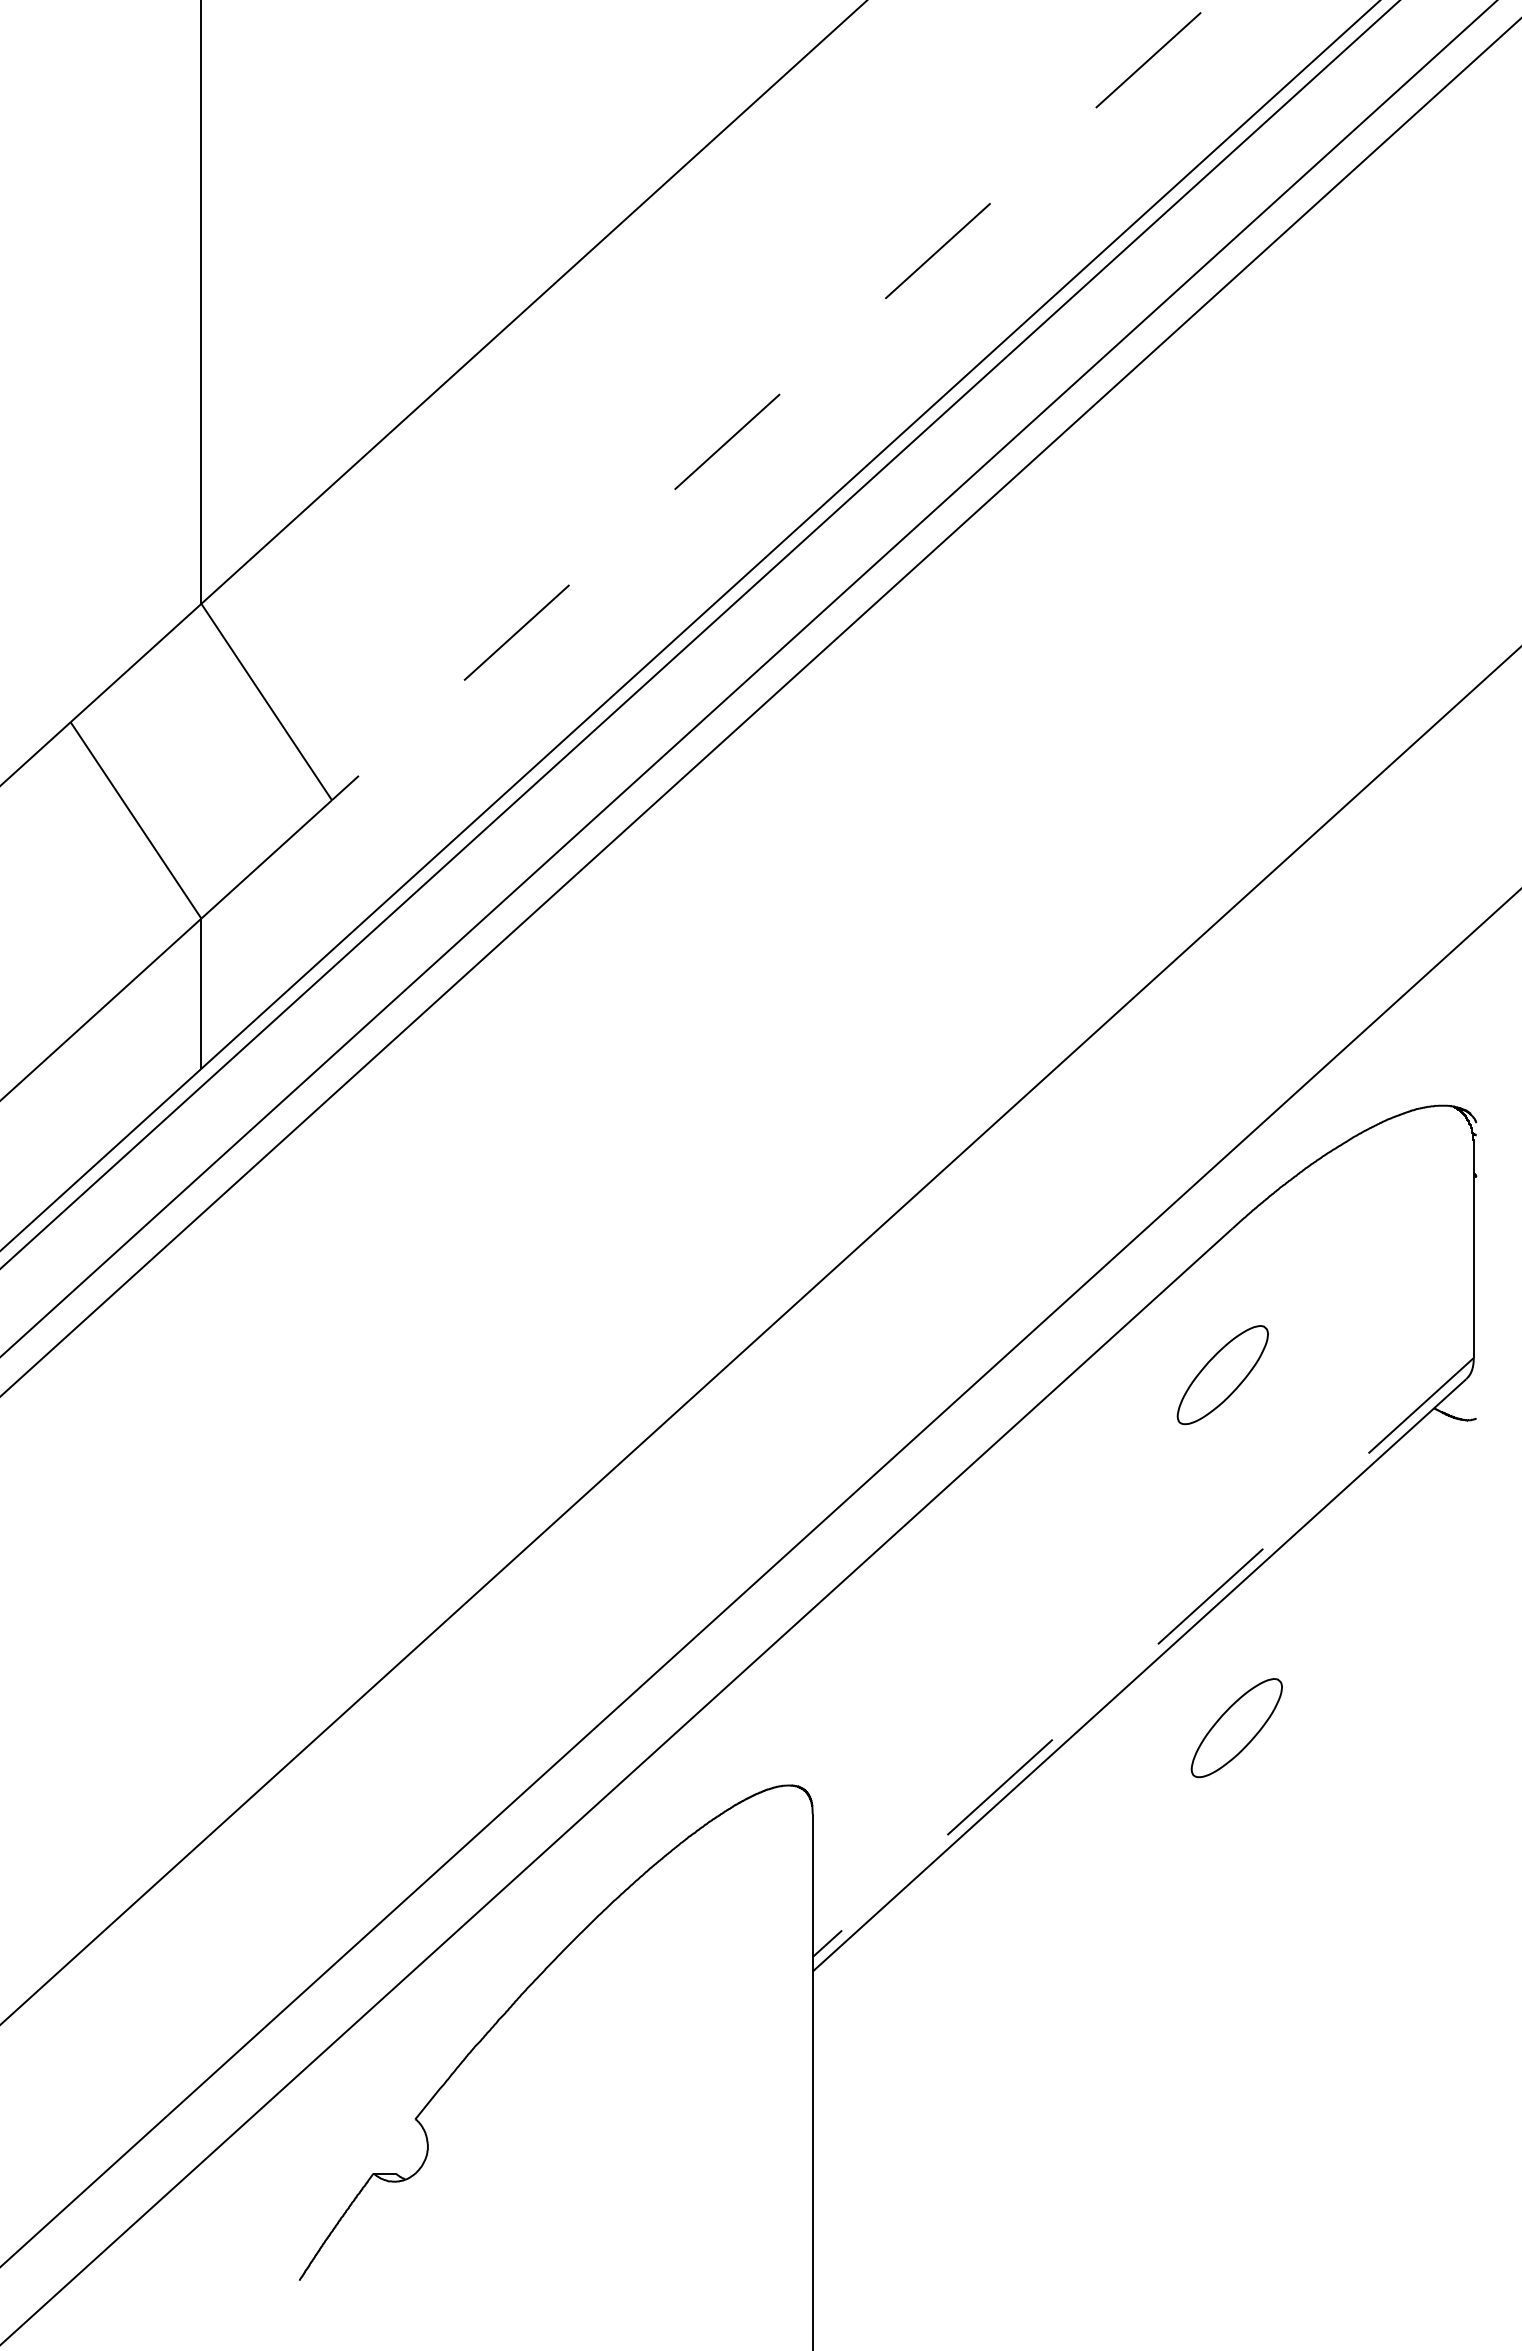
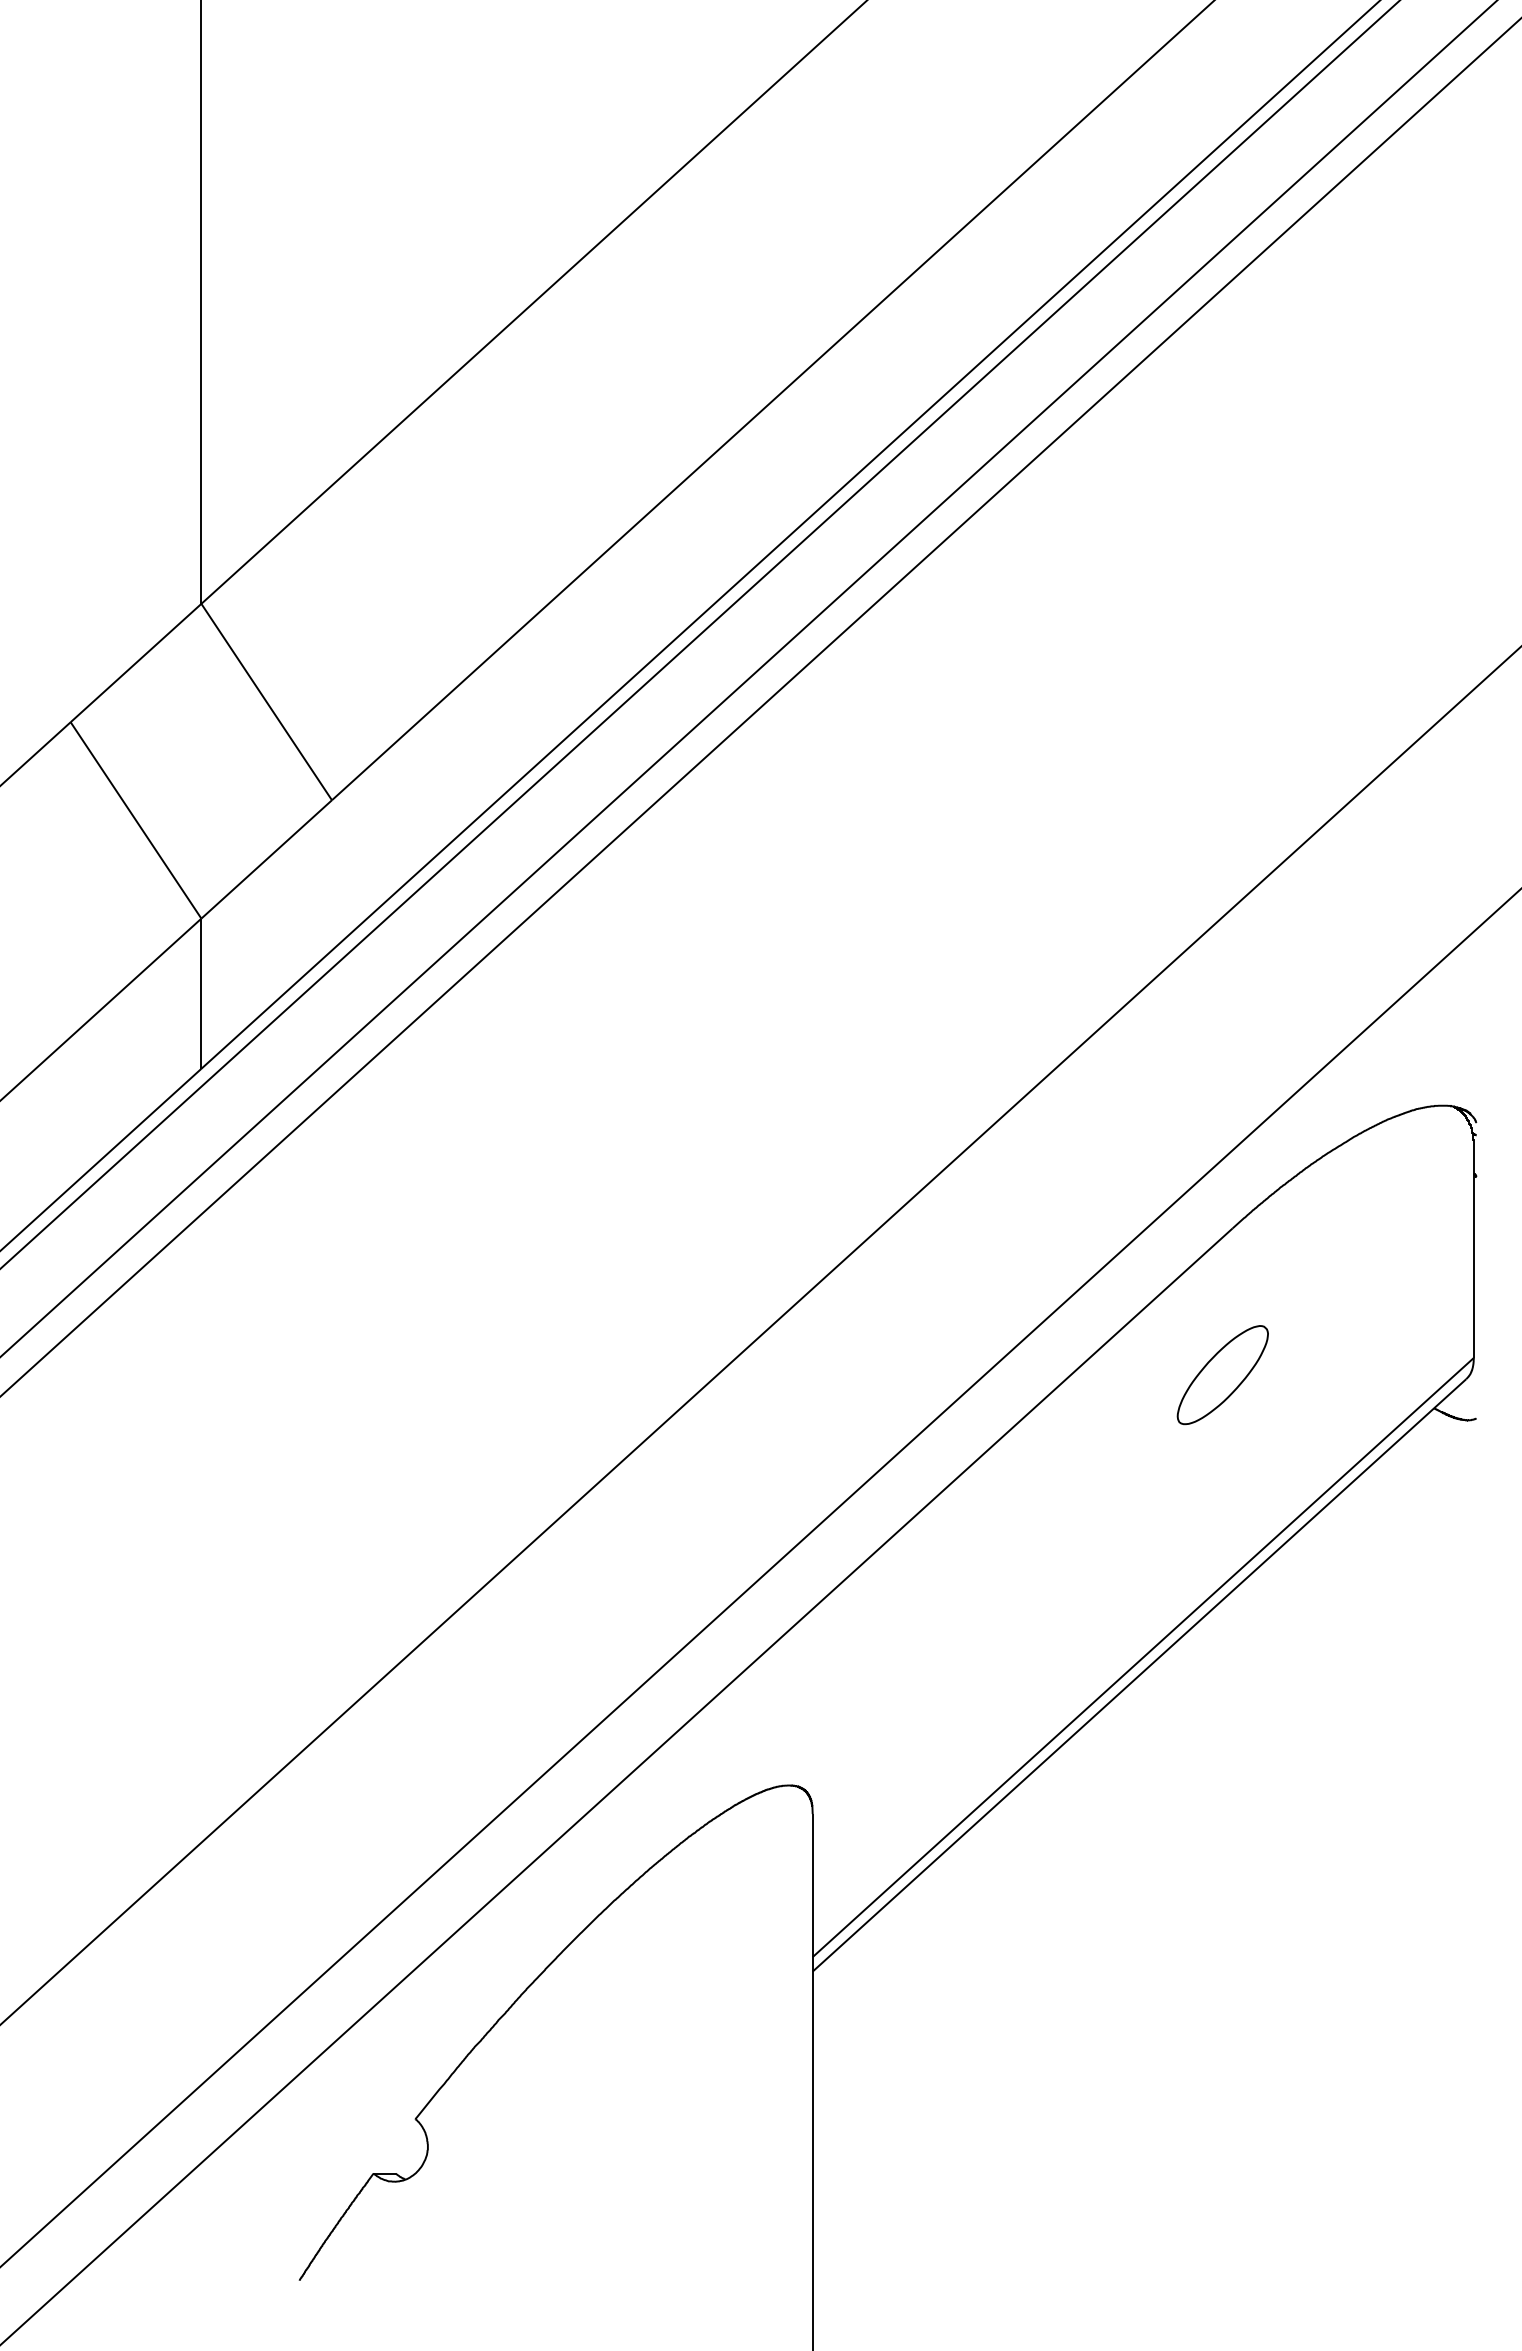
line at (773, 400): dashed -> solid
line at (1142, 1657): dashed -> solid
part at (1236, 1728): present -> none
